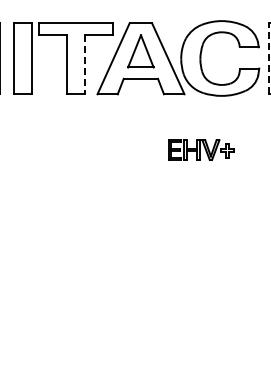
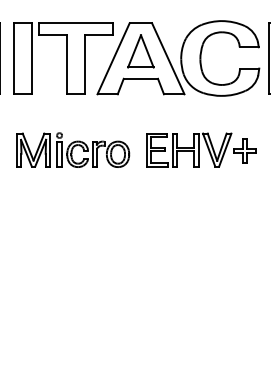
line at (268, 58): dashed -> solid
line at (85, 64): dashed -> solid
part at (73, 149): none -> present
part at (201, 149) size: 67x22 px -> 111x36 px
